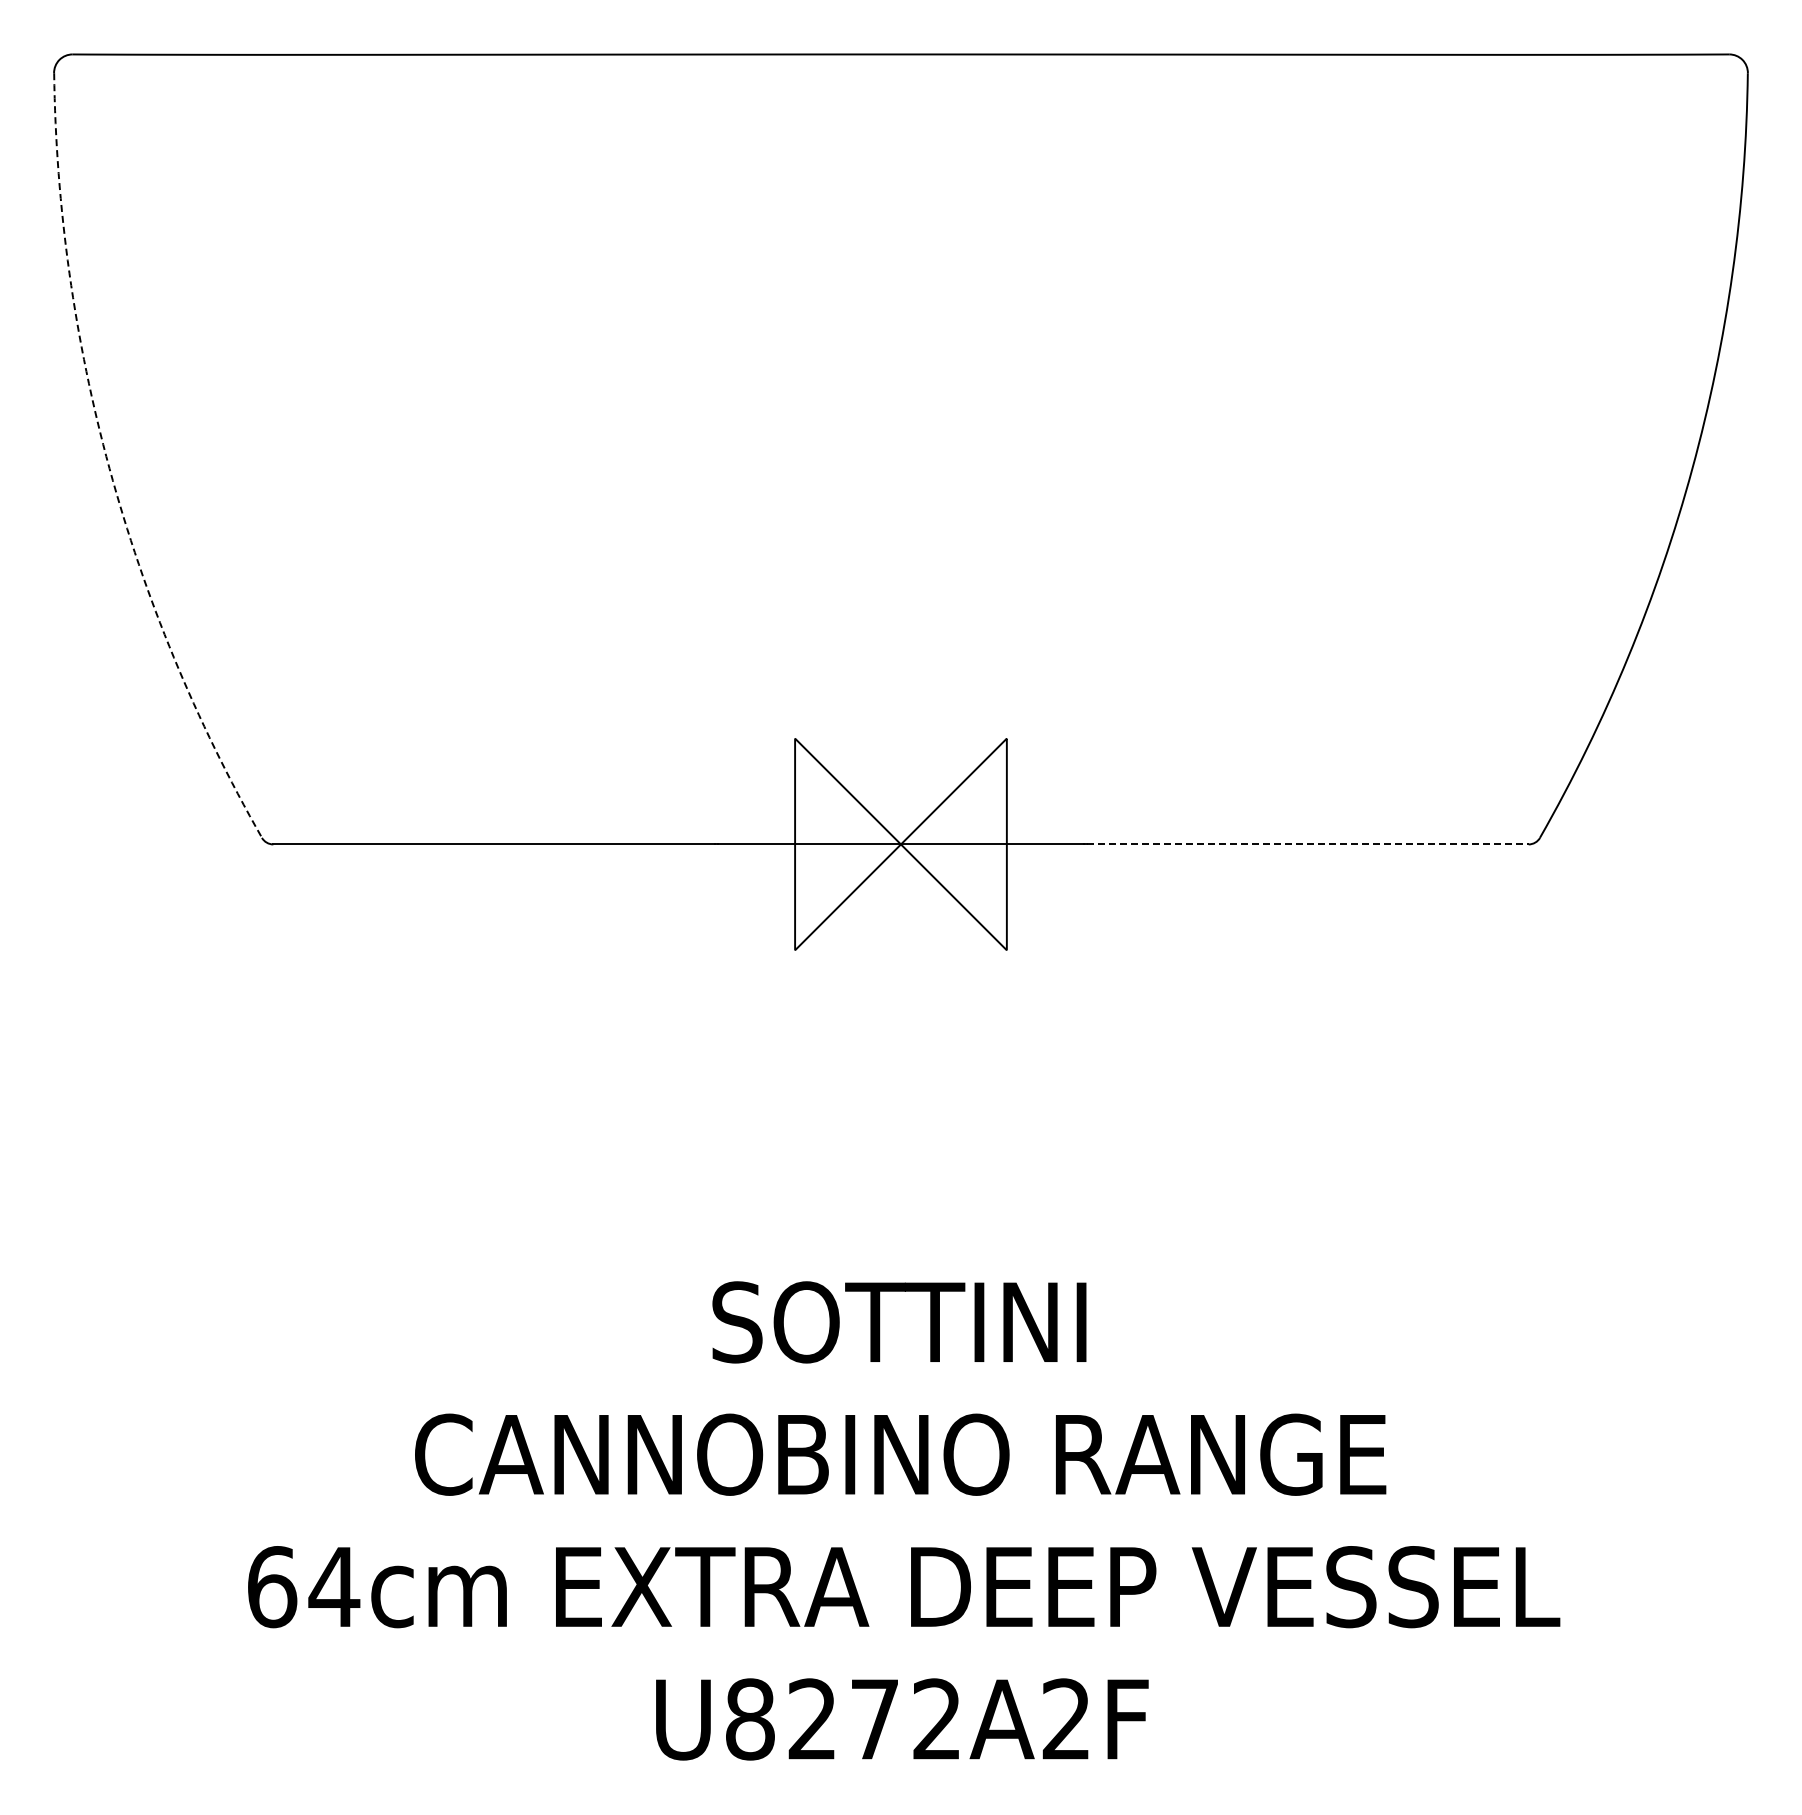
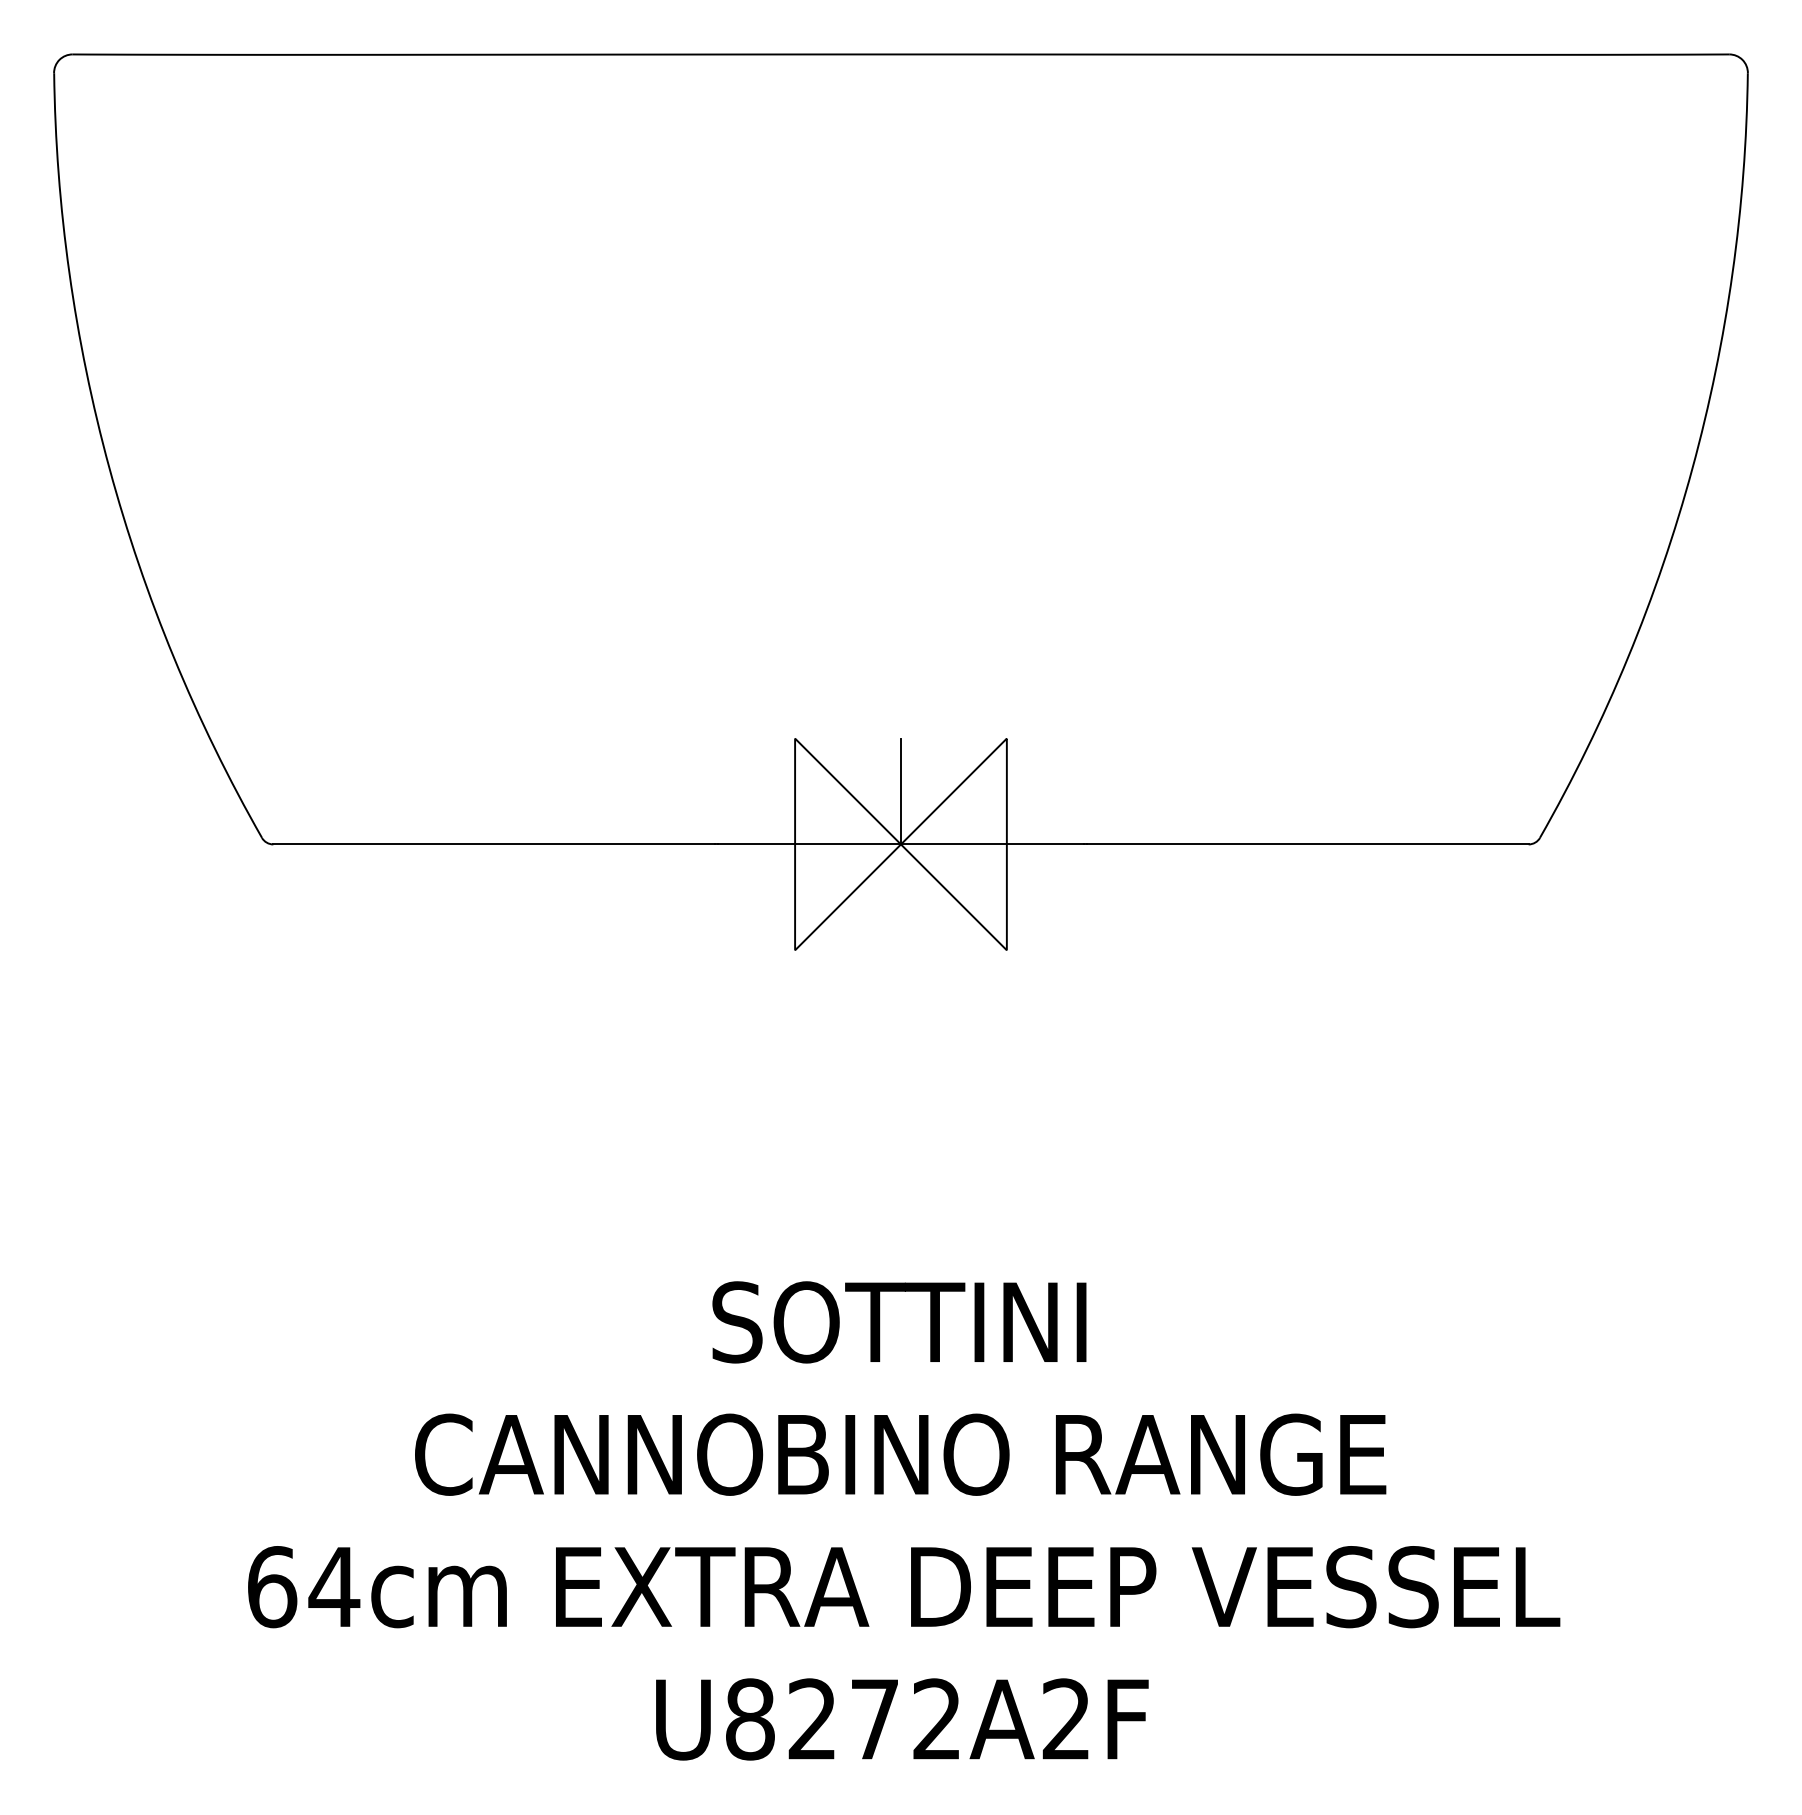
arc at (109, 468): dashed -> solid
line at (900, 791): none -> present
line at (1307, 844): dashed -> solid
